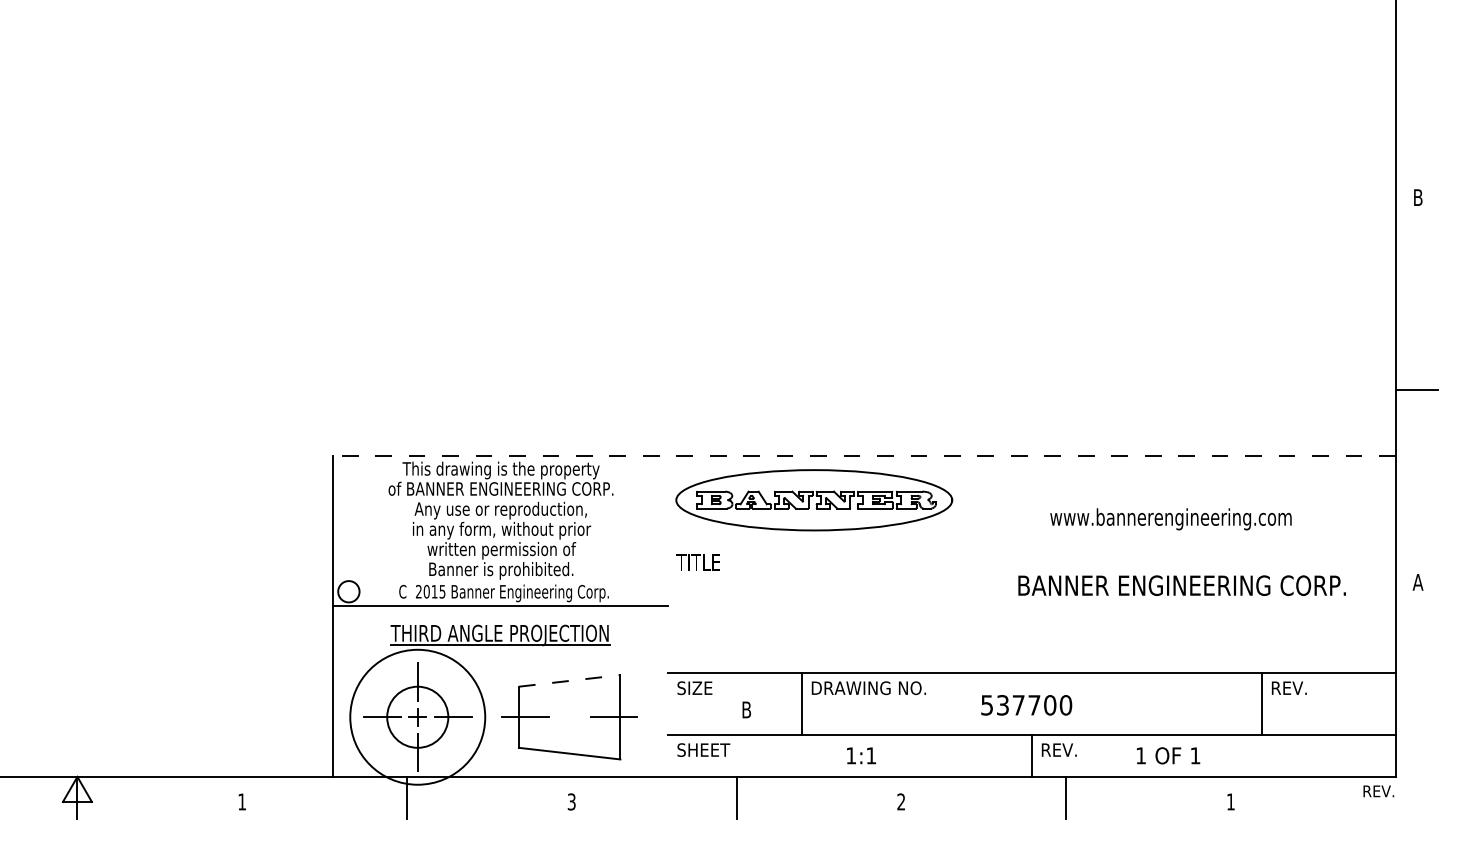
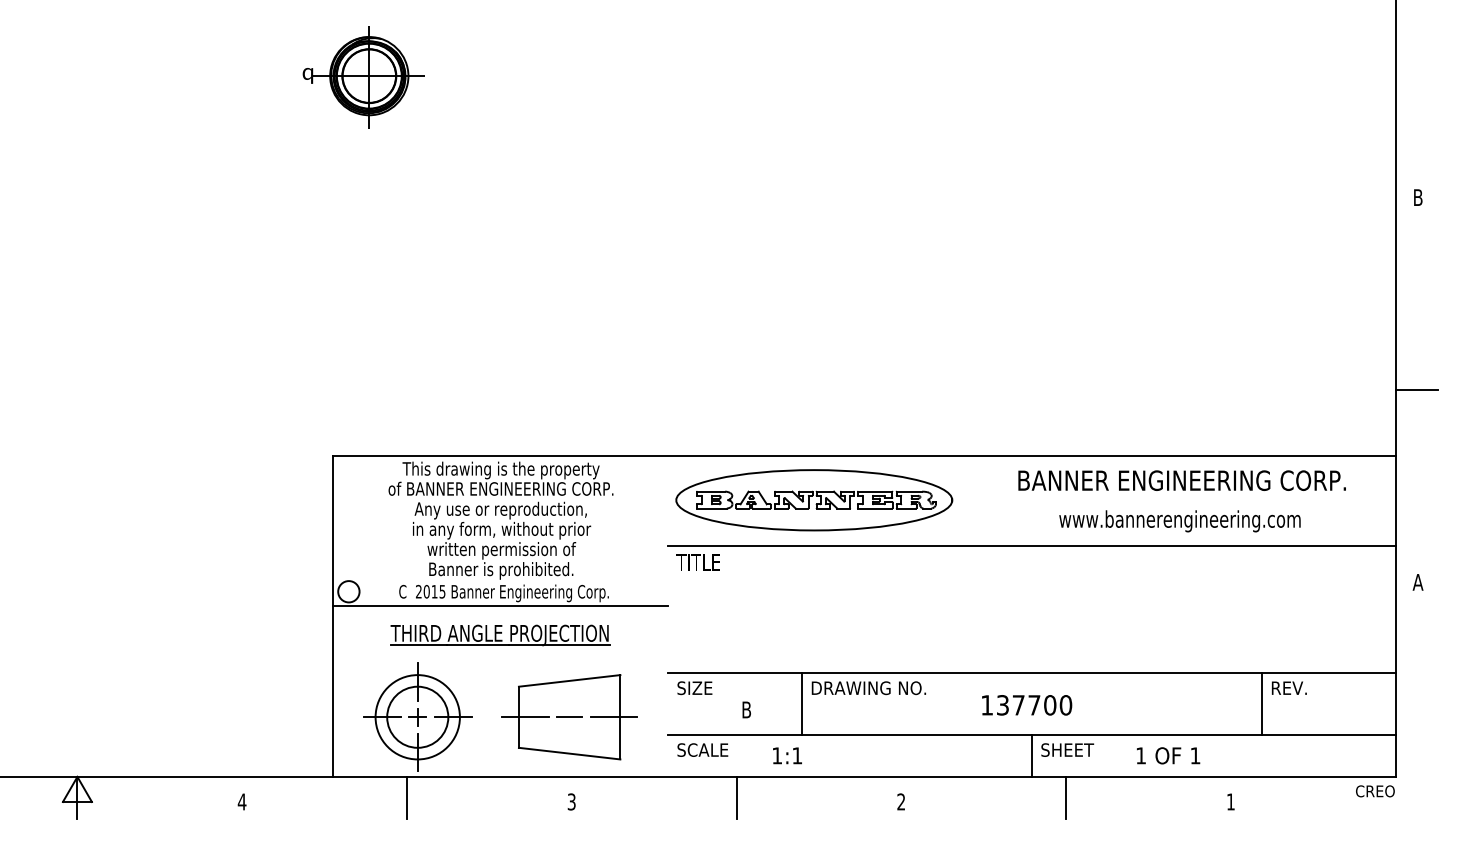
part at (363, 77): none -> present
line at (864, 455): dashed -> solid
text at (1170, 519) position: (1170, 519) -> (1179, 521)
line at (1031, 546): none -> present
text at (1181, 585) position: (1181, 585) -> (1181, 480)
line at (570, 680): dashed -> solid
text at (986, 705): 537700 -> 137700
circle at (417, 716) diameter: 135 px -> 84 px
line at (569, 717): none -> present
text at (708, 749): SHEET -> SCALE
text at (1067, 749): REV. -> SHEET
text at (861, 755) position: (861, 755) -> (787, 755)
text at (1375, 791): REV. -> CREO
text at (241, 801): 1 -> 4
